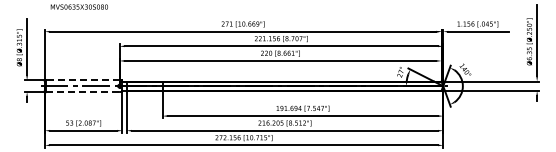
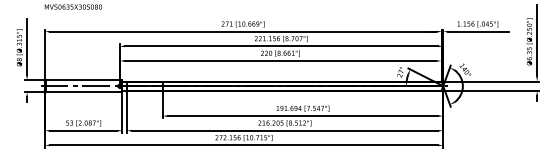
text at (78, 6) position: (78, 6) -> (72, 6)
line at (82, 80): dashed -> solid
line at (82, 92): dashed -> solid
